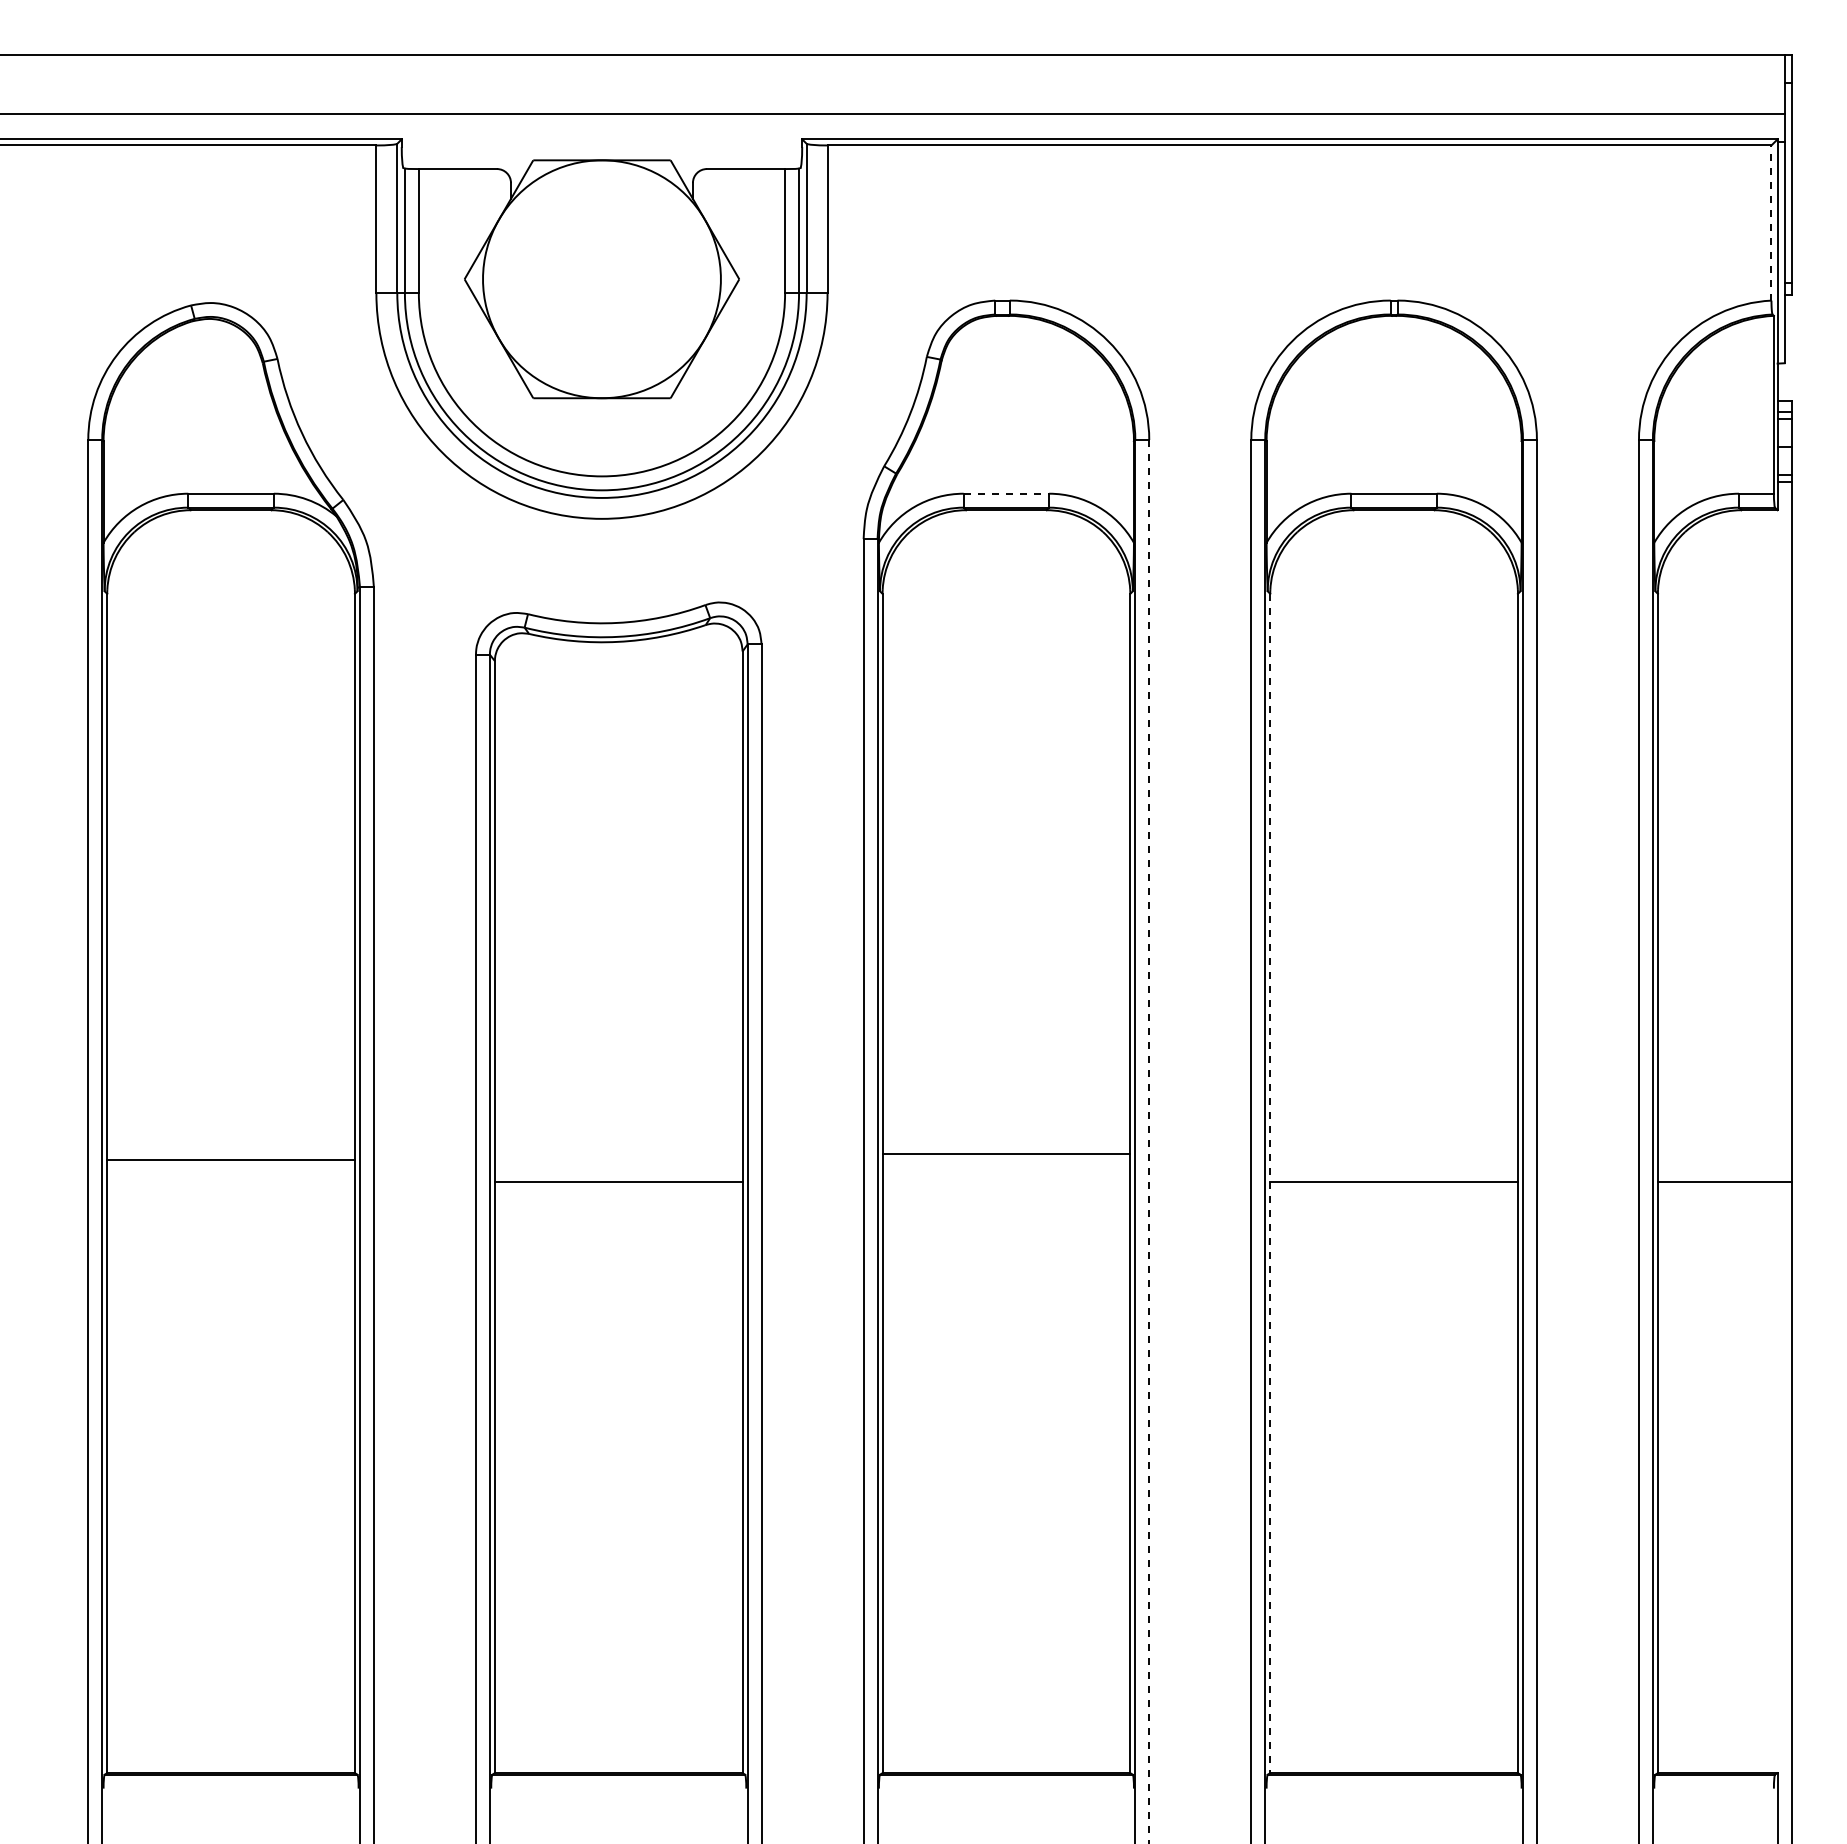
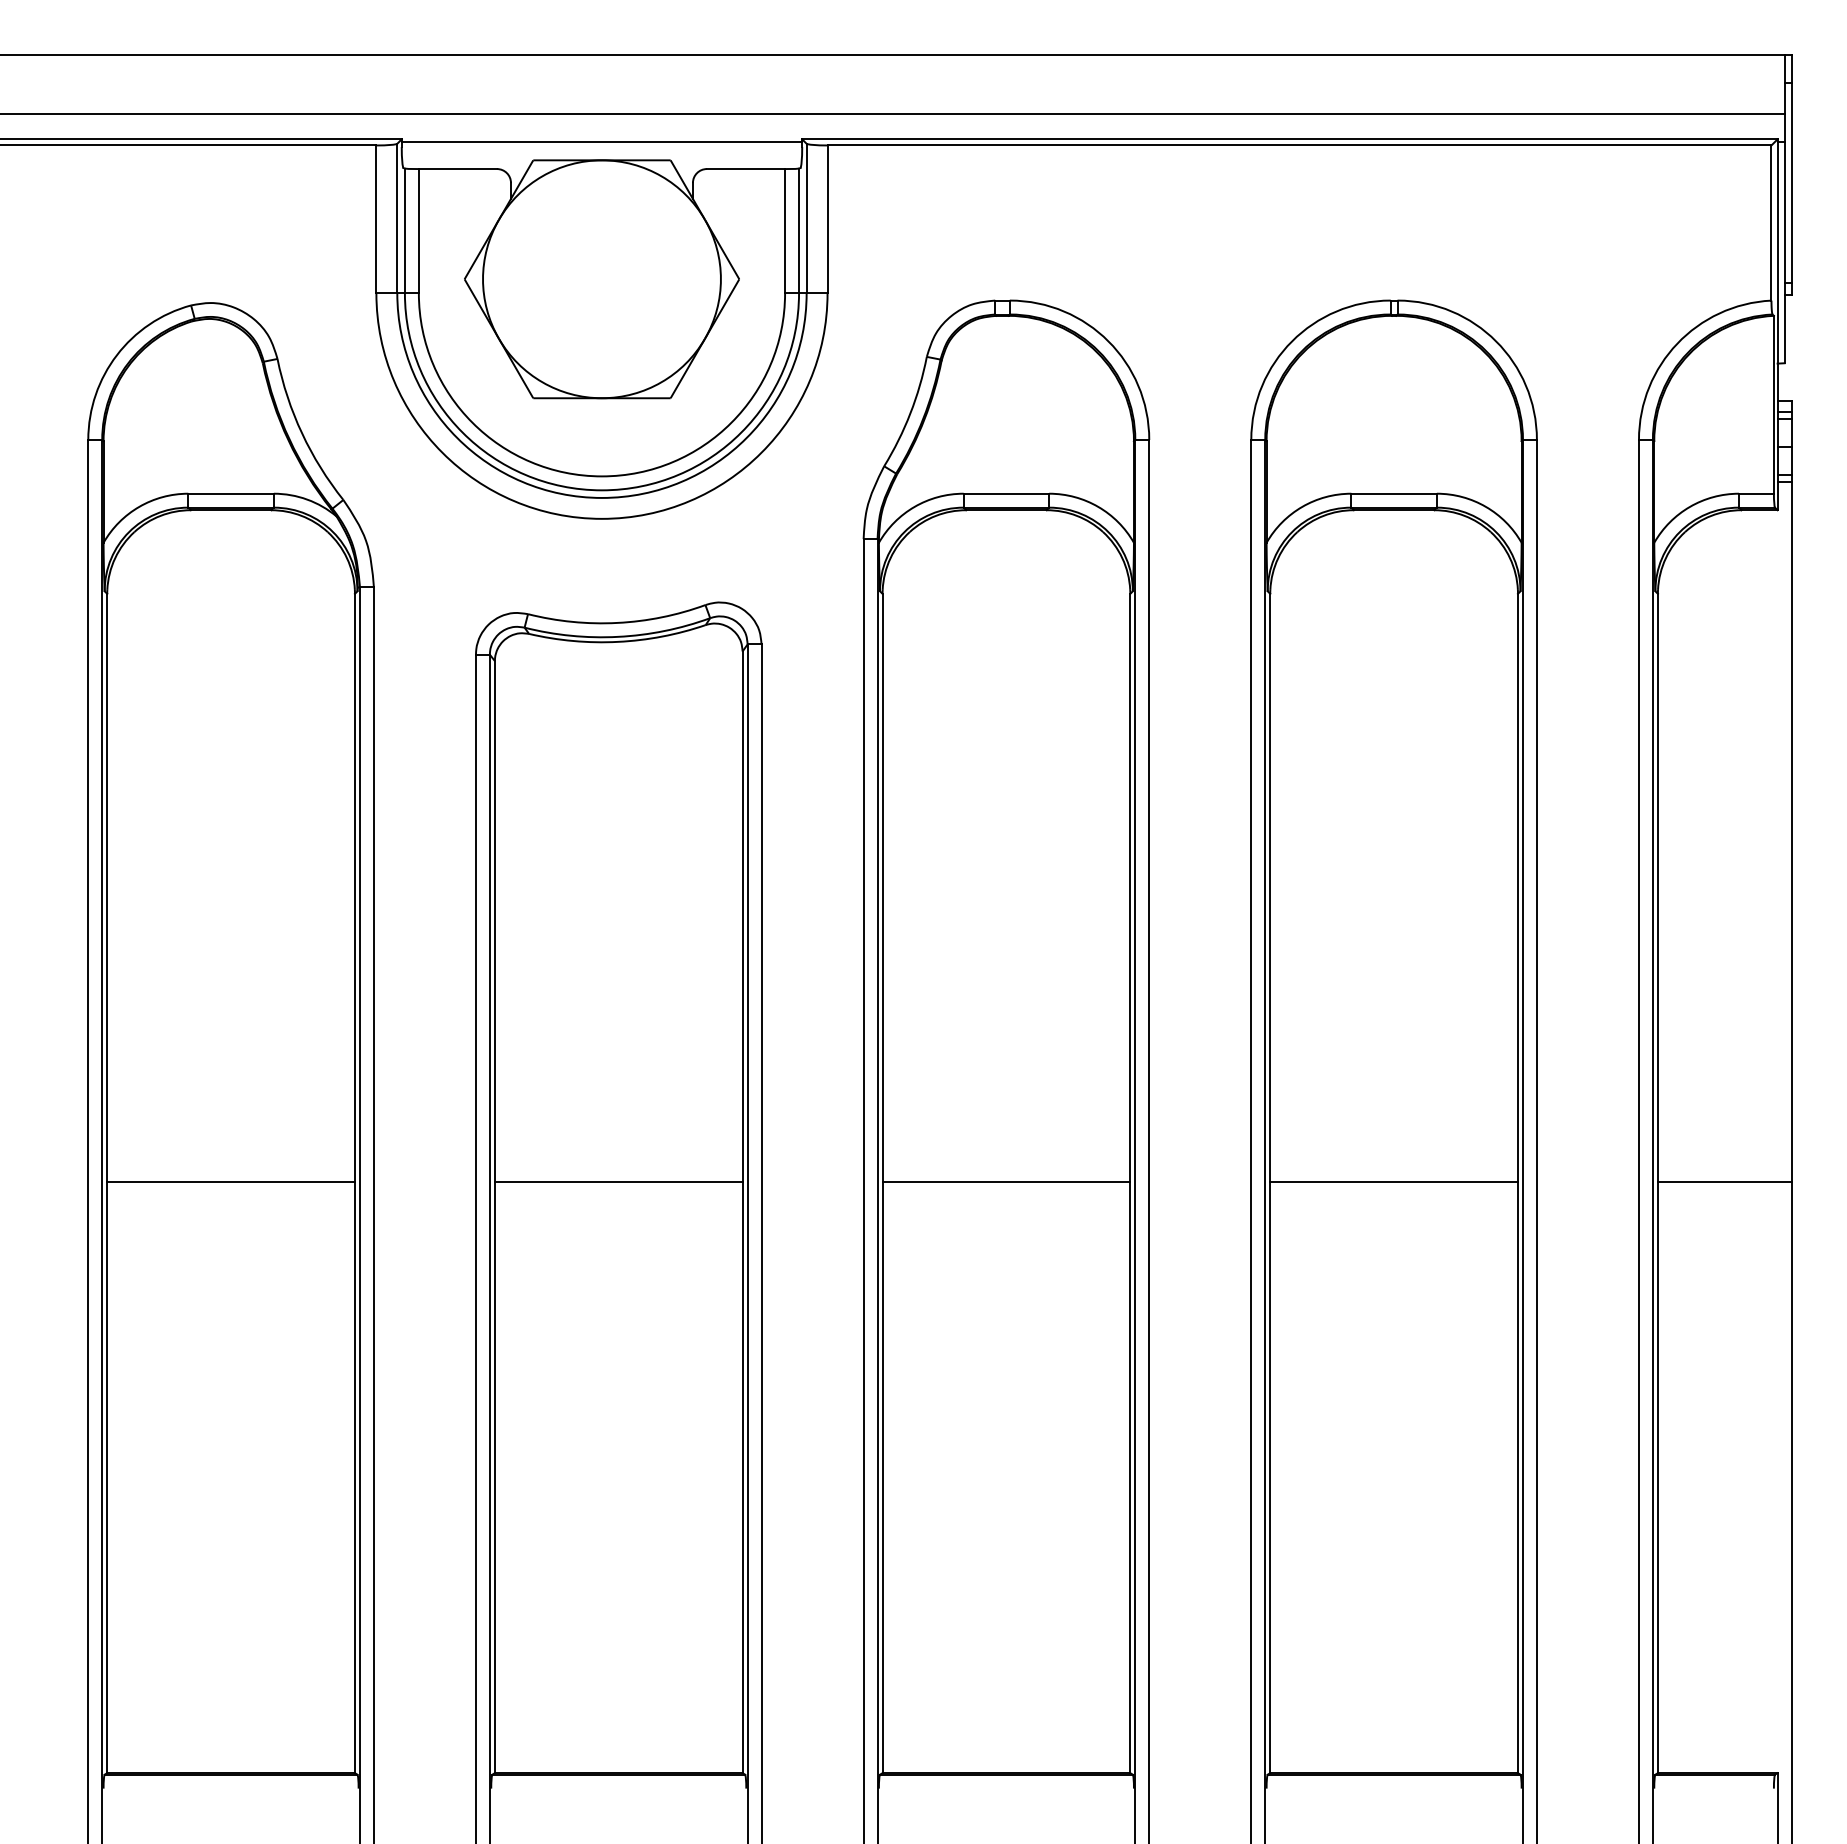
line at (601, 142): none -> present
line at (1771, 223): dashed -> solid
line at (1006, 493): dashed -> solid
line at (1149, 1141): dashed -> solid
line at (1006, 1153) position: (1006, 1153) -> (1006, 1181)
line at (230, 1159) position: (230, 1159) -> (230, 1181)
line at (1270, 1183): dashed -> solid
